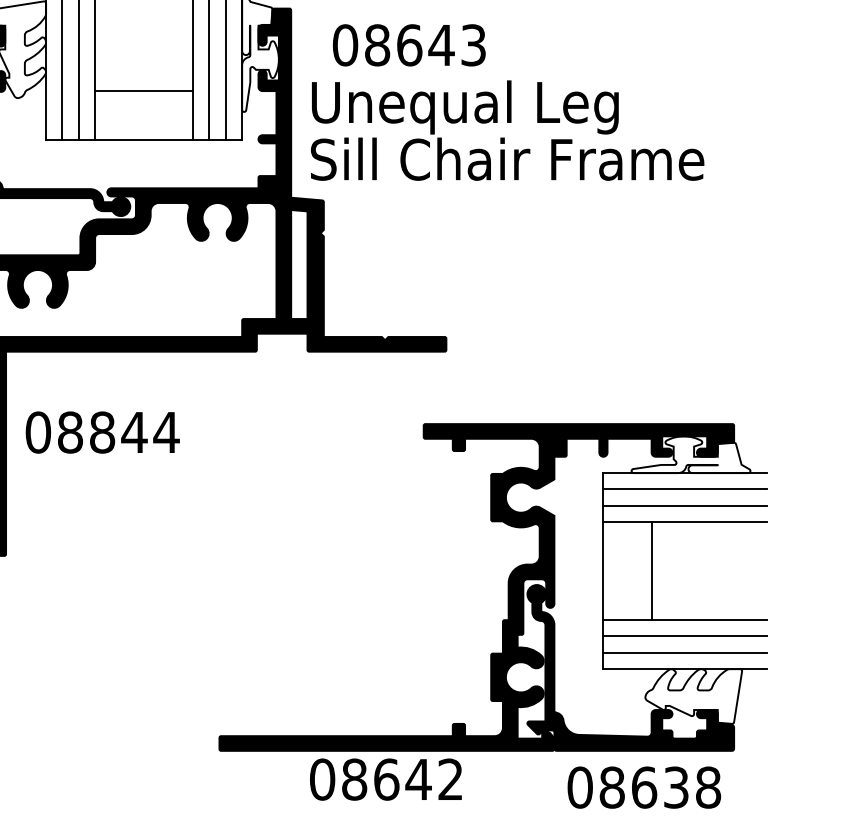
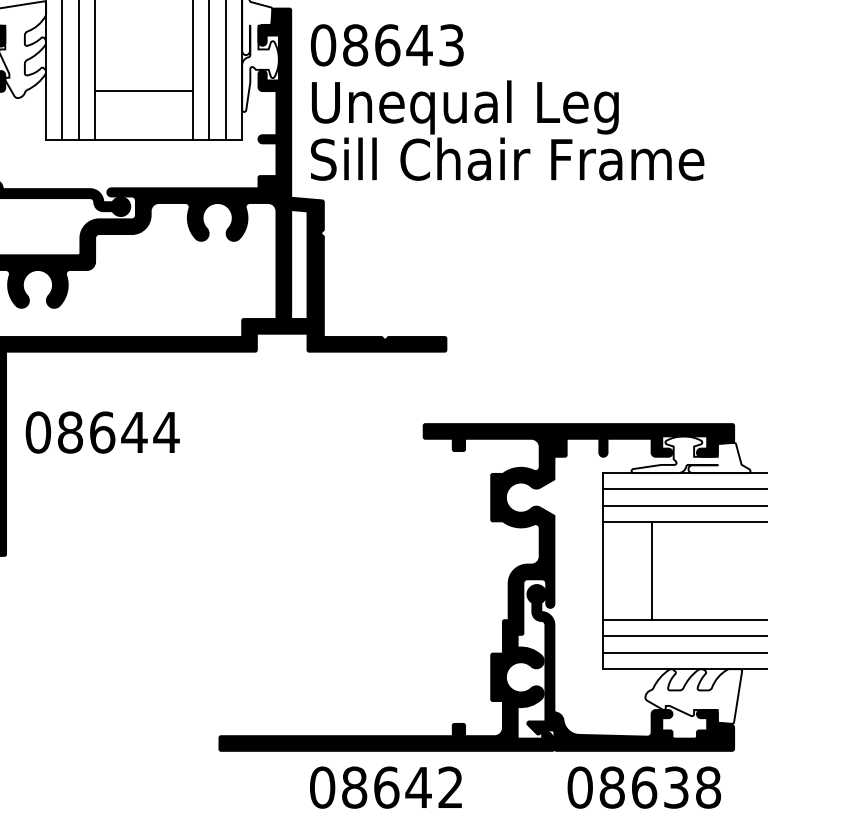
text at (408, 45) position: (408, 45) -> (386, 45)
text at (102, 432): 08844 -> 08644
text at (385, 779) position: (385, 779) -> (385, 787)
